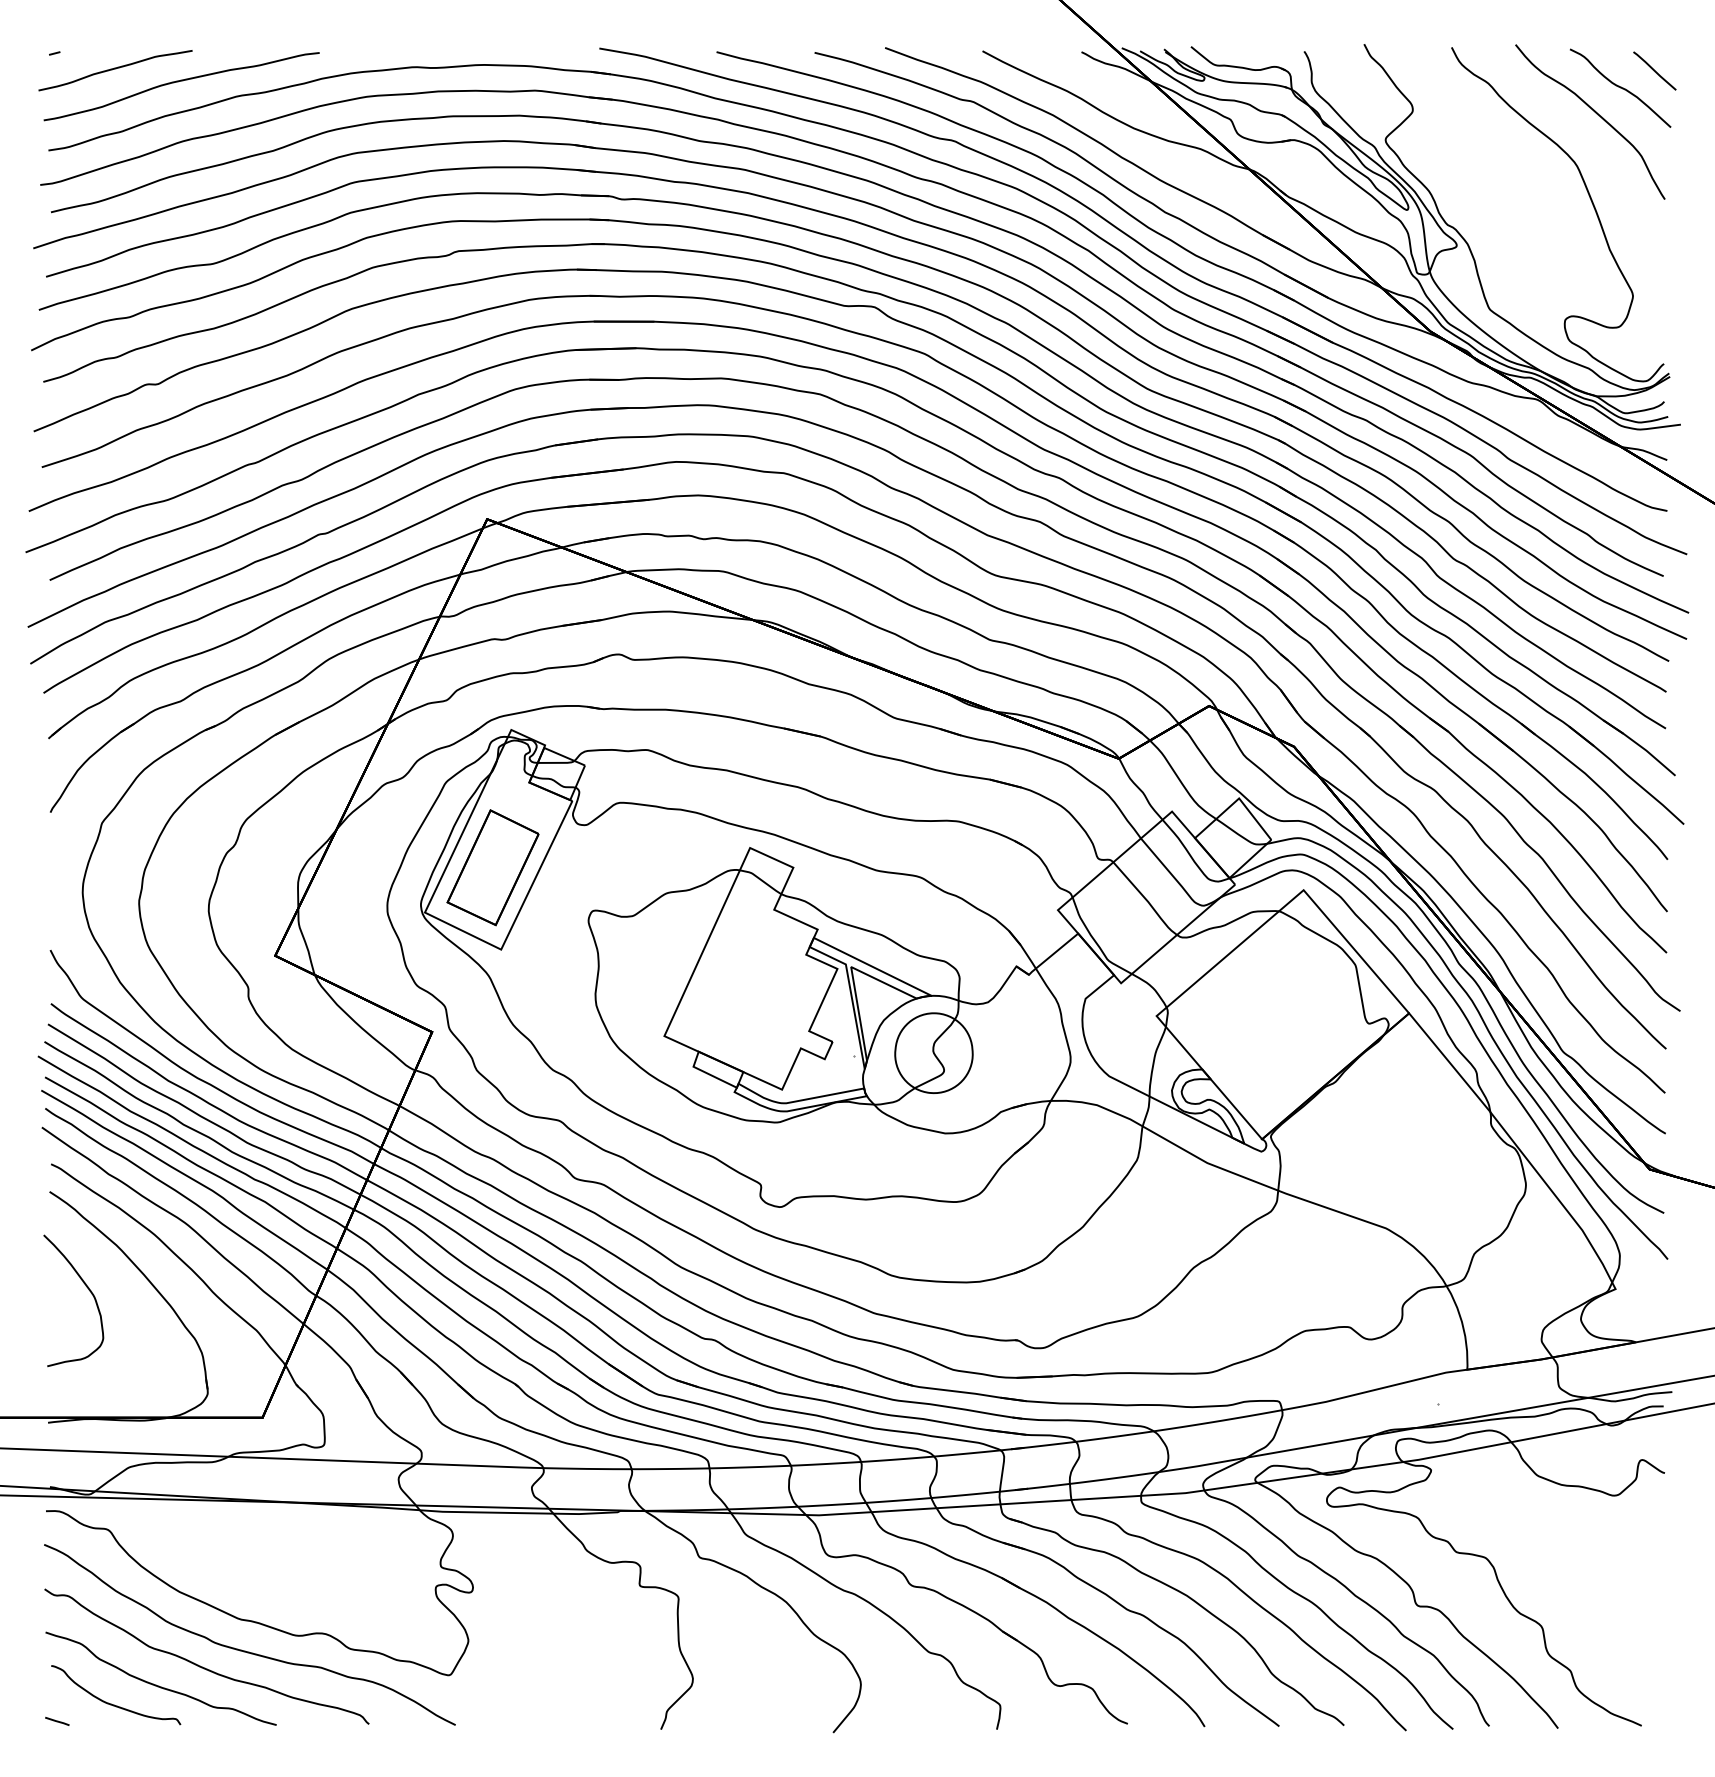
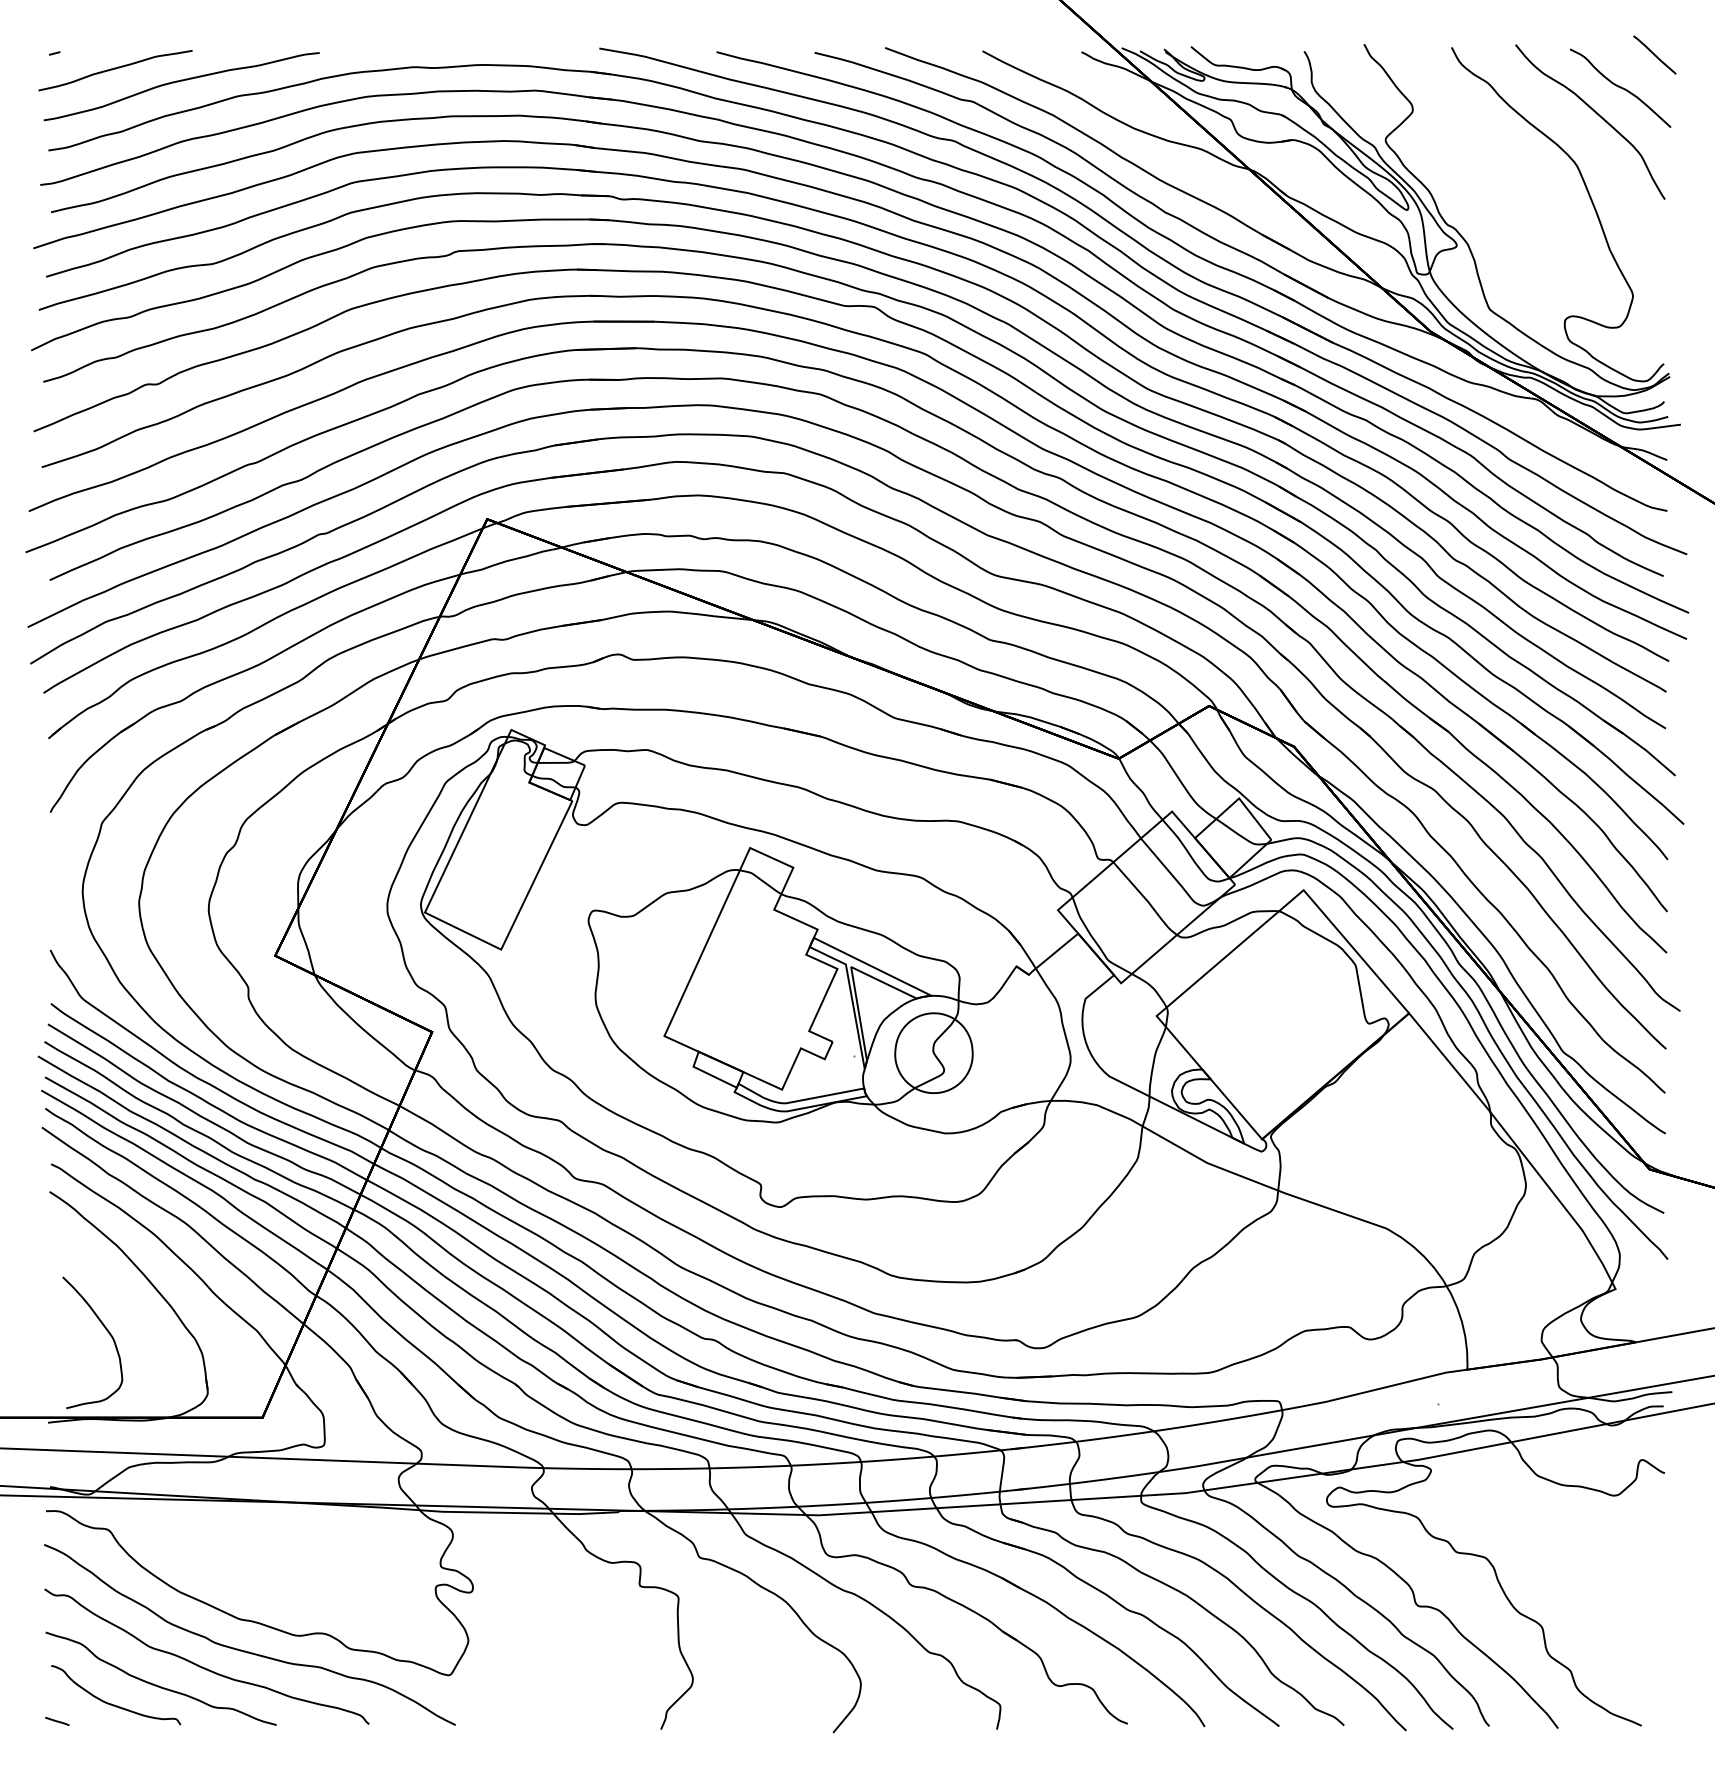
line at (1654, 70) position: (1654, 70) -> (1654, 54)
part at (492, 867): present -> none
curve at (88, 1290) position: (88, 1290) -> (107, 1332)
